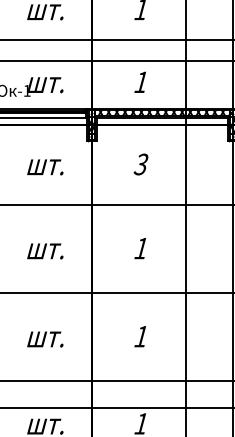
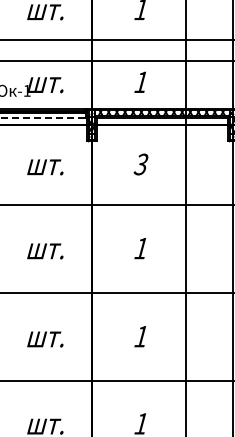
line at (43, 117): solid -> dashed
line at (116, 407): present -> none
